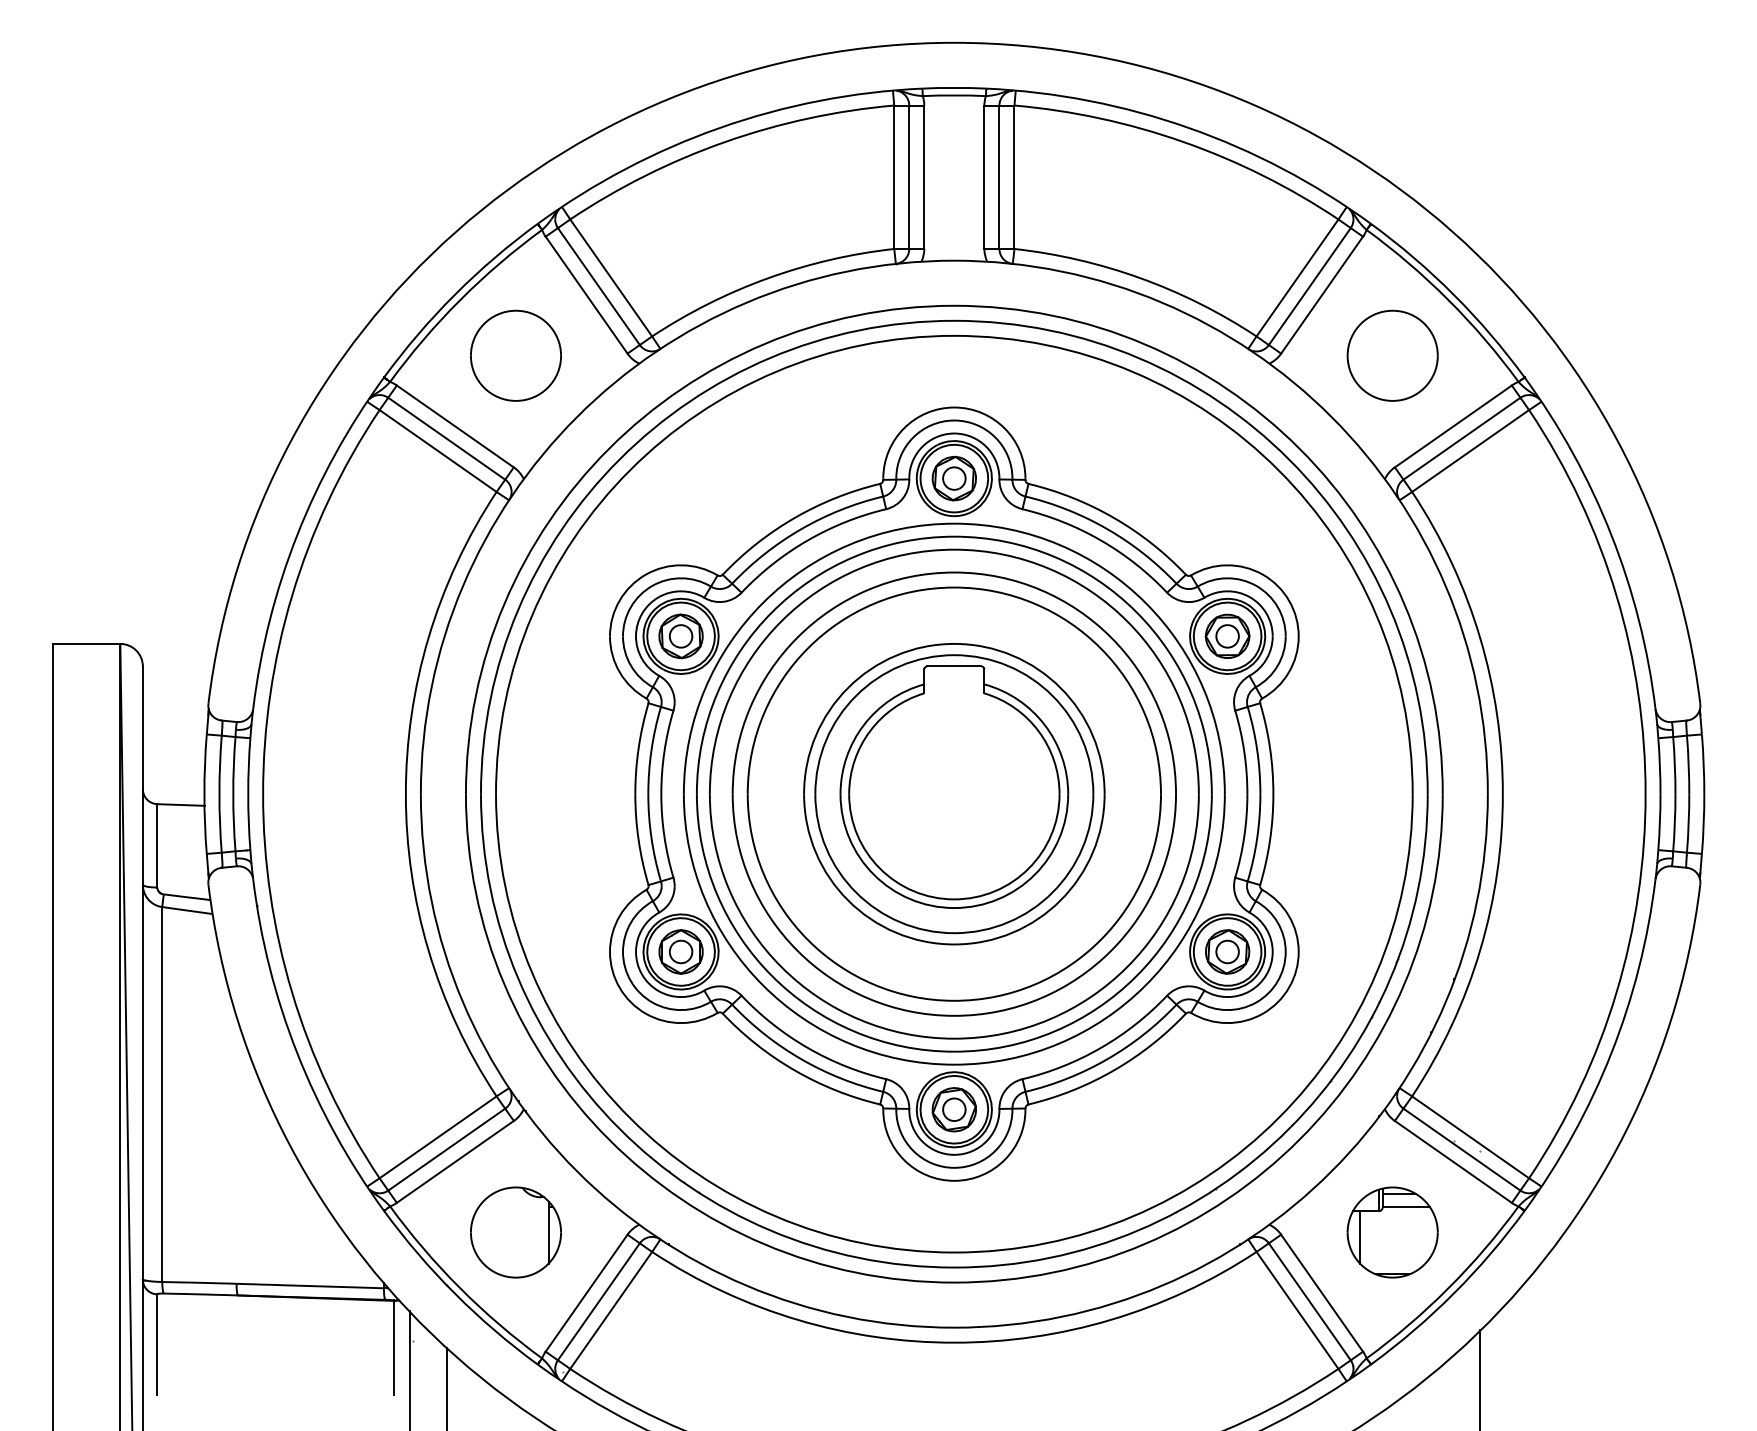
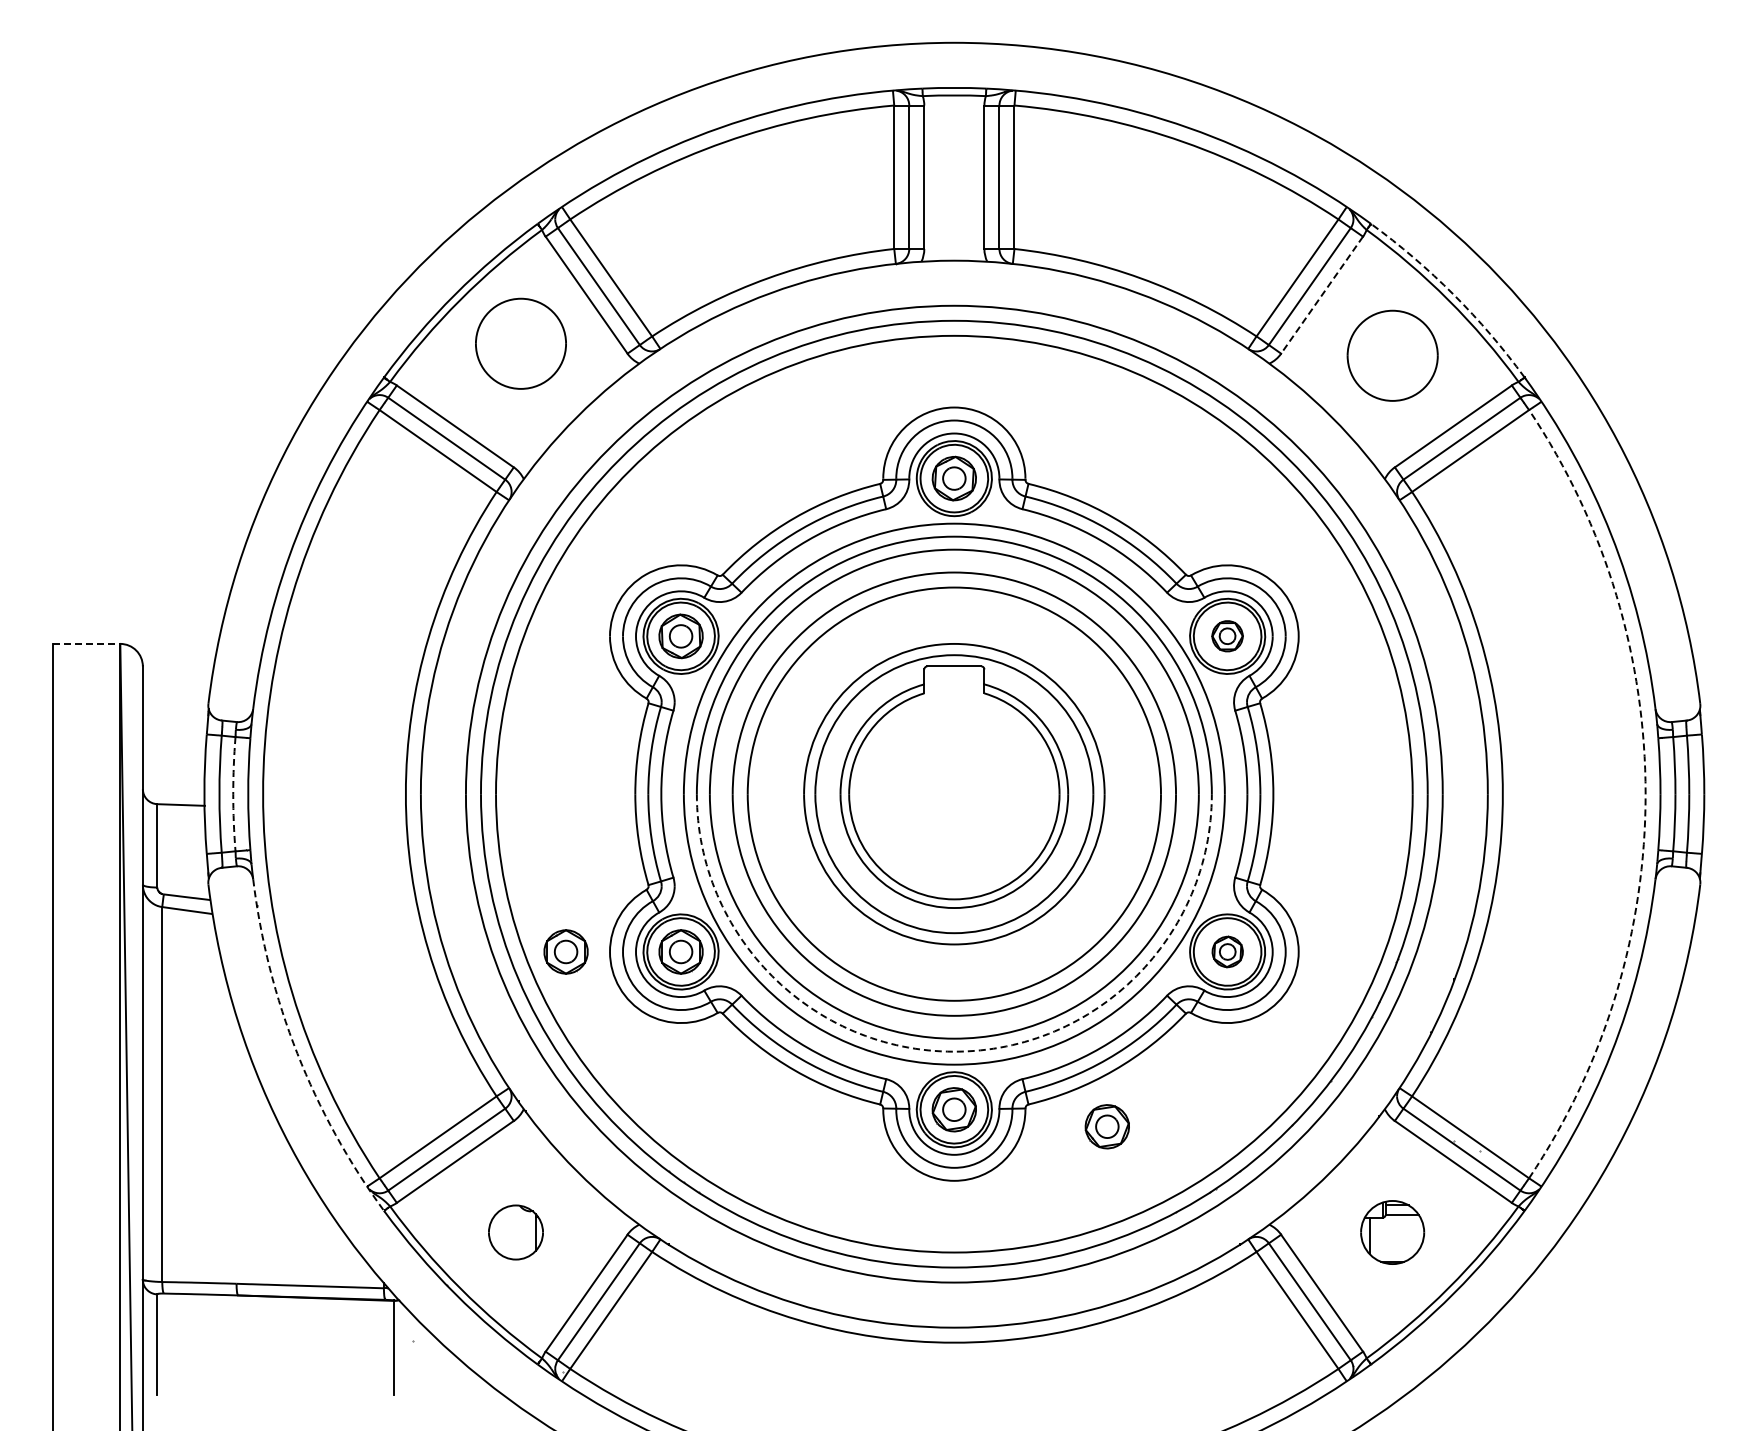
arc at (1453, 294): solid -> dashed
line at (1321, 295): solid -> dashed
part at (515, 355) position: (515, 355) -> (520, 343)
part at (1227, 635) size: 47x46 px -> 33x33 px
line at (86, 643): solid -> dashed
arc at (233, 794): solid -> dashed
arc at (1645, 794): solid -> dashed
part at (565, 951): none -> present
part at (1227, 951) size: 46x46 px -> 33x34 px
arc at (954, 1051): solid -> dashed
arc at (297, 1053): solid -> dashed
part at (1106, 1126): none -> present
part at (515, 1232) size: 92x93 px -> 56x57 px
part at (1392, 1232) size: 93x93 px -> 66x65 px
line at (409, 1368): present -> none
line at (1480, 1378): present -> none
line at (447, 1387): present -> none
